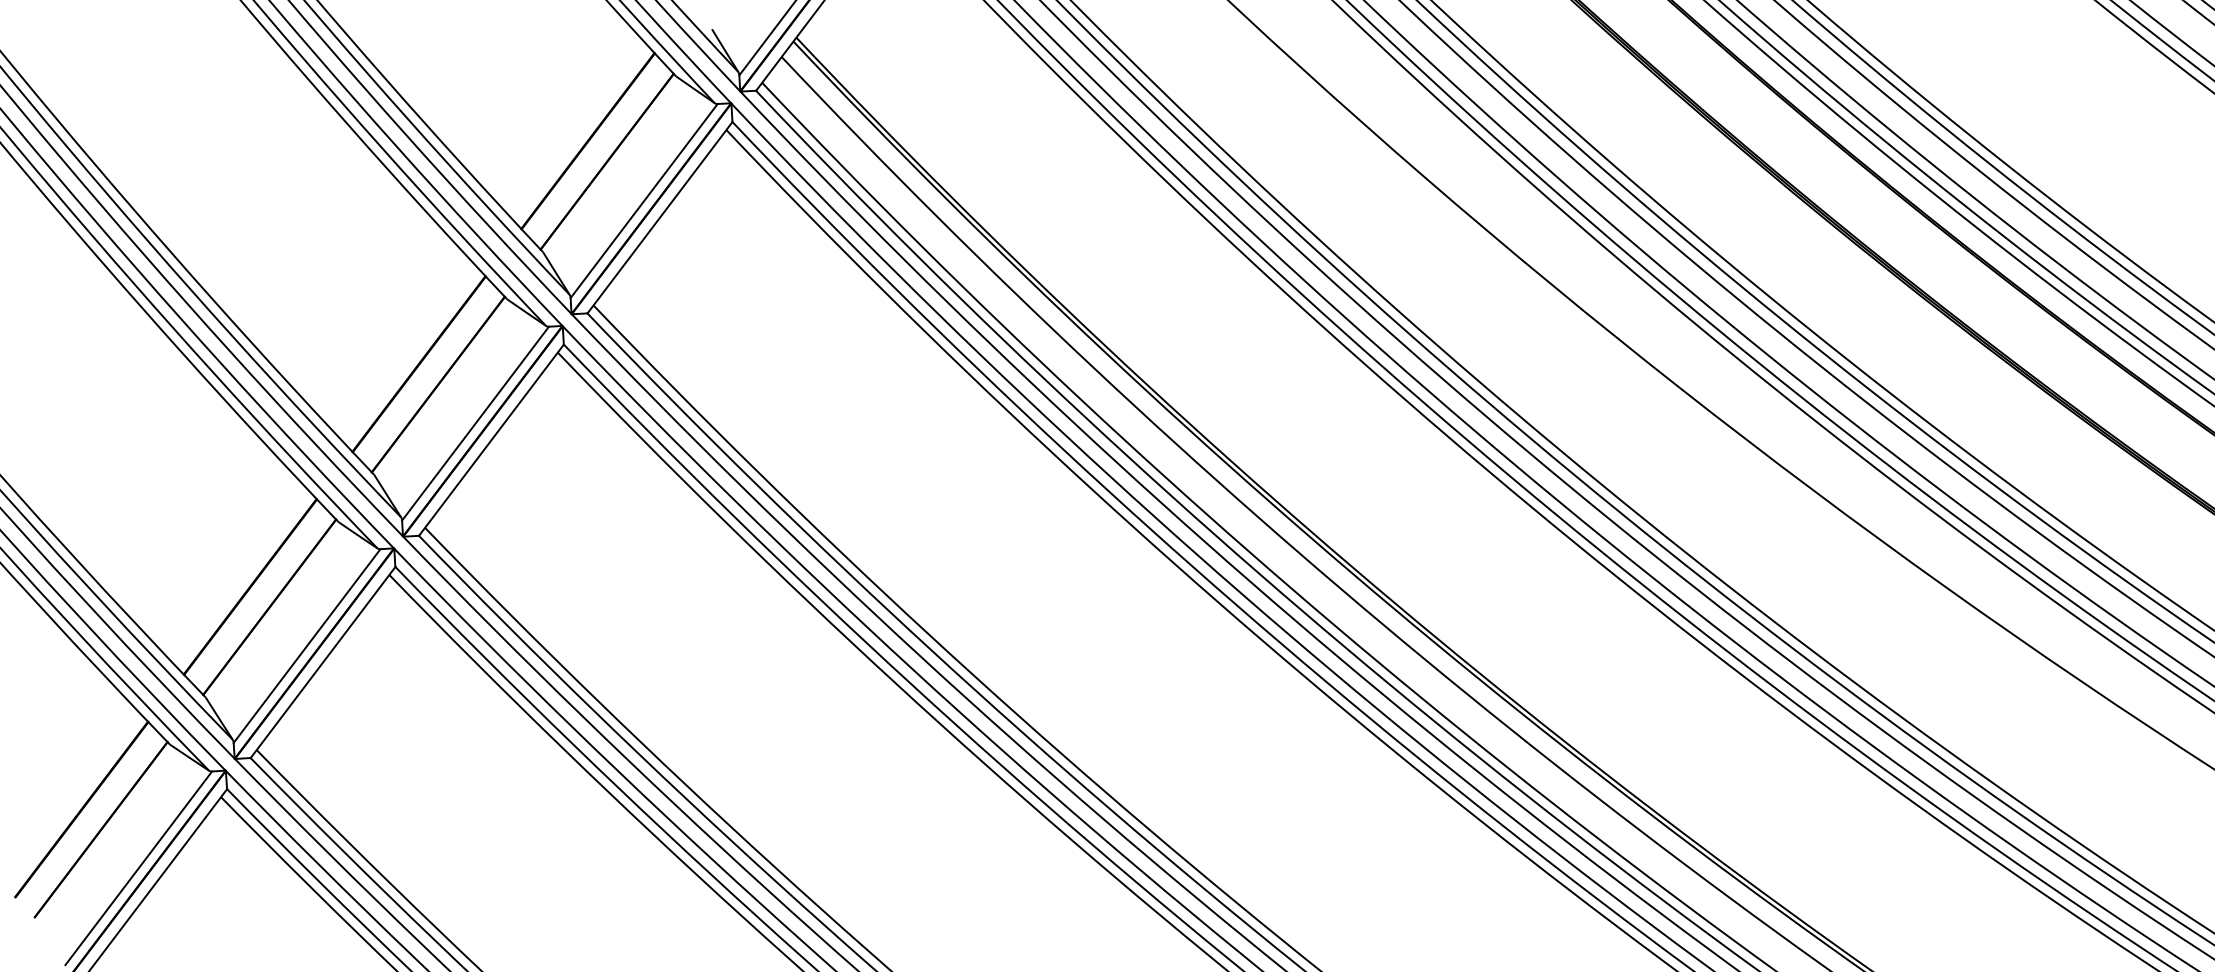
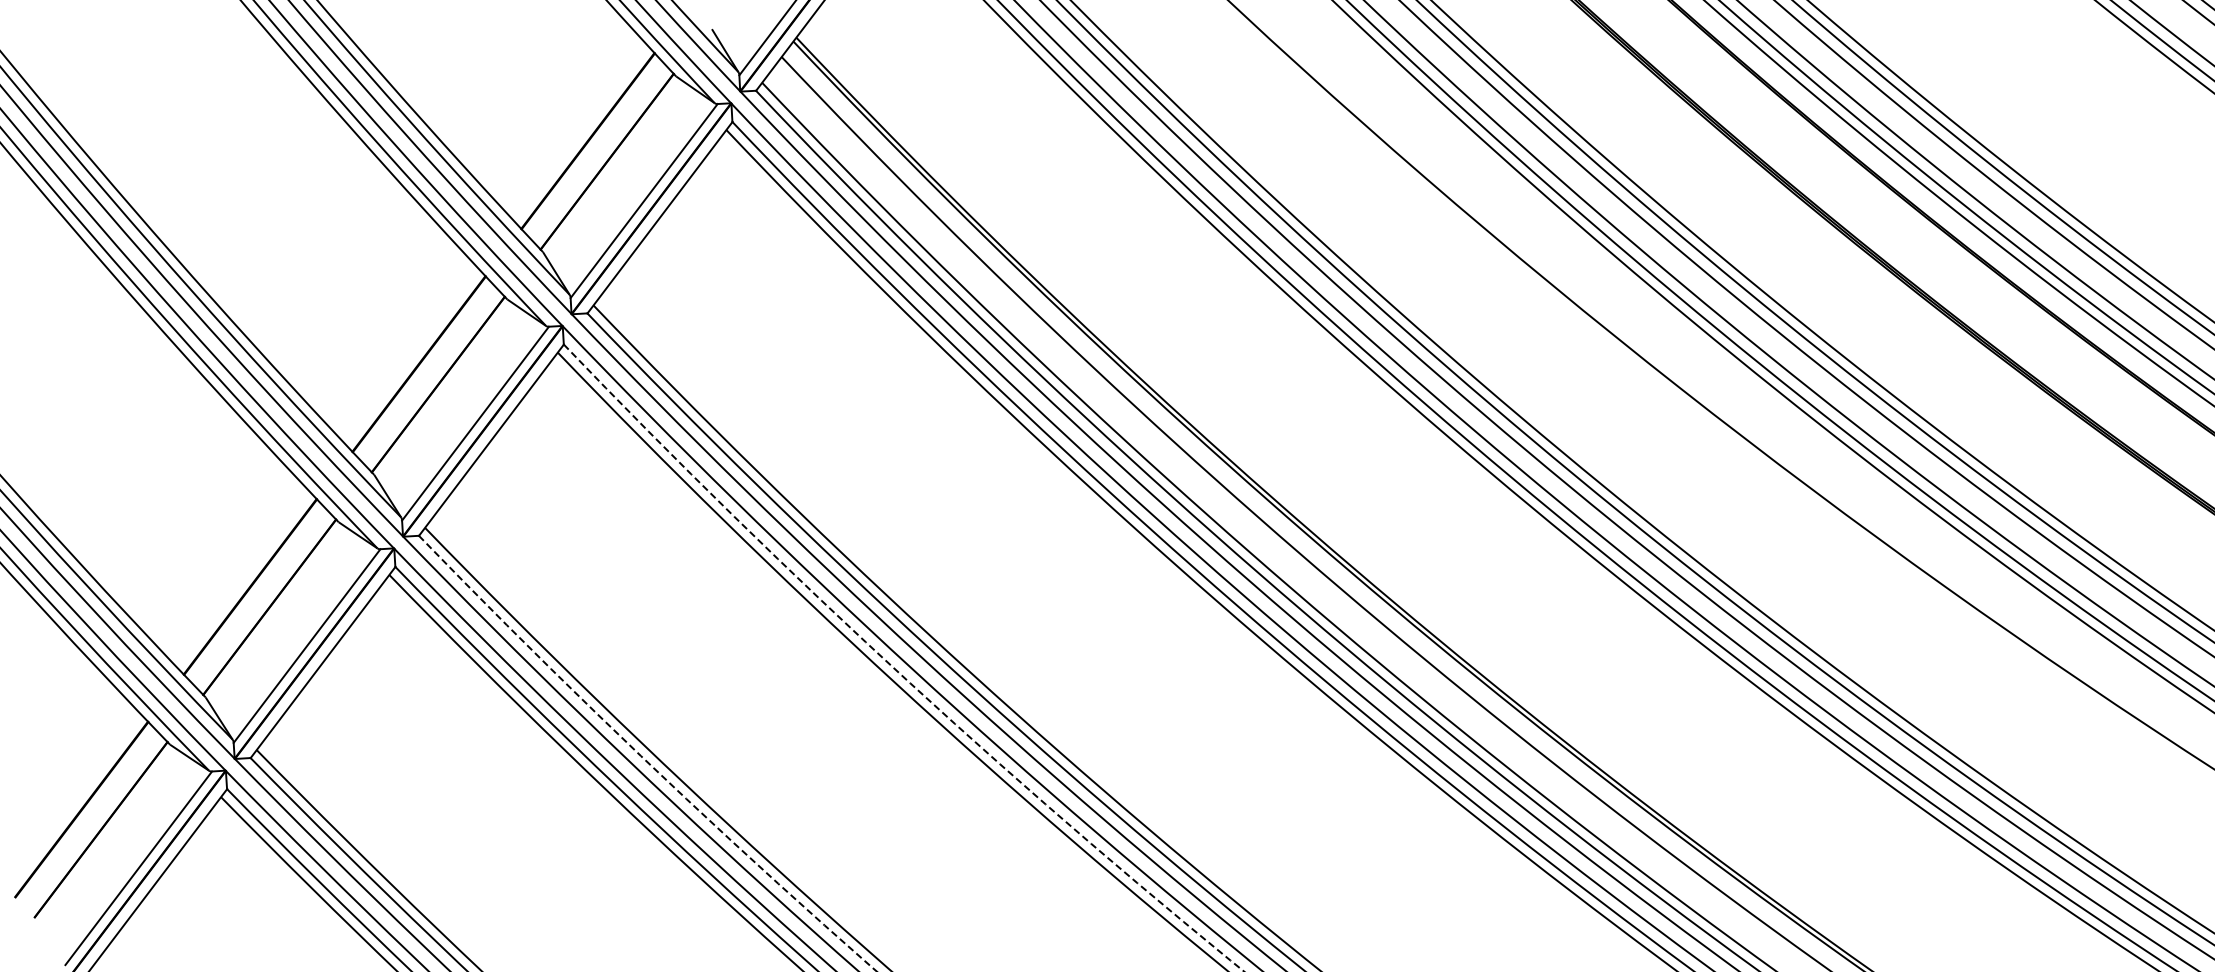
arc at (894, 669): solid -> dashed
arc at (643, 758): solid -> dashed
